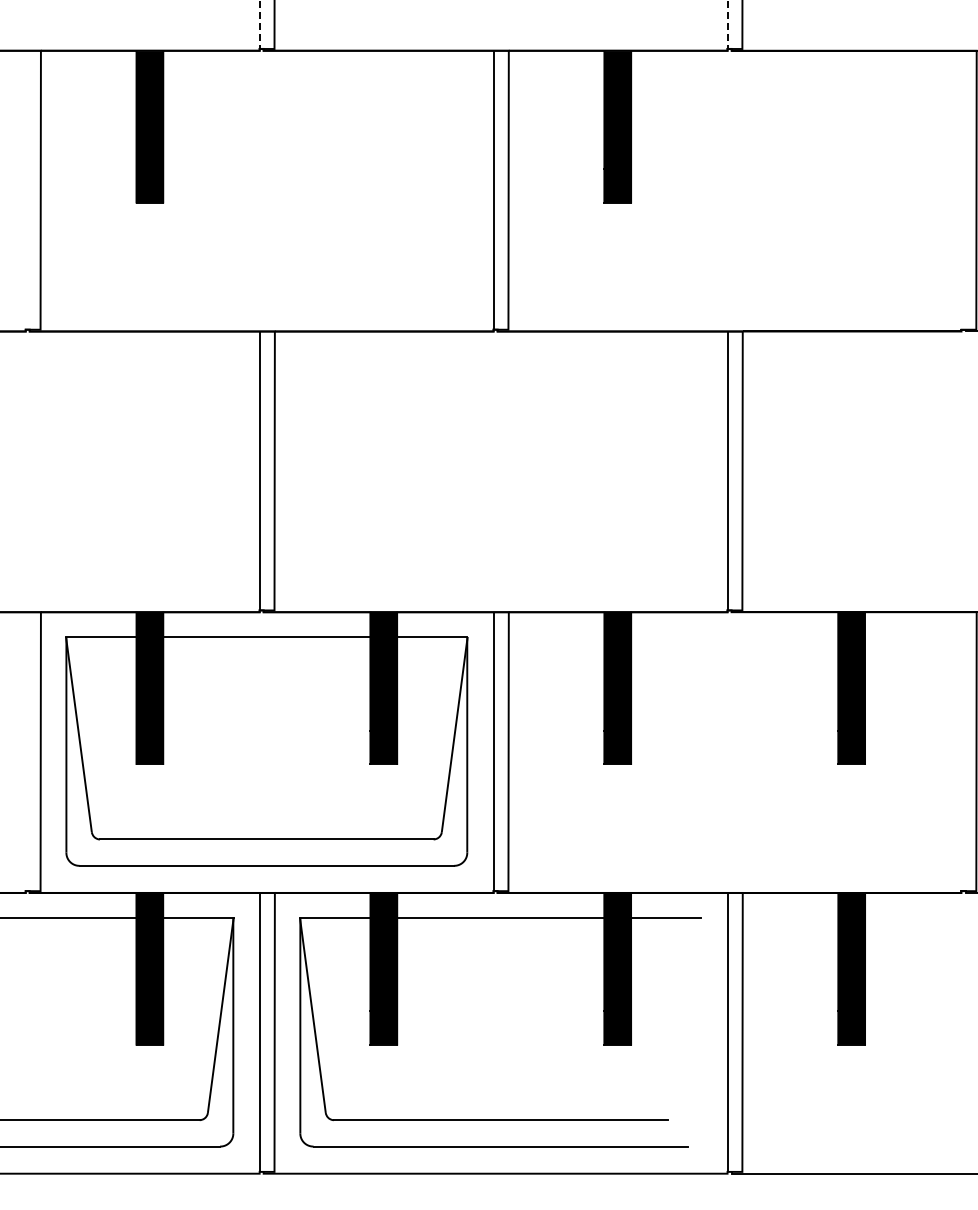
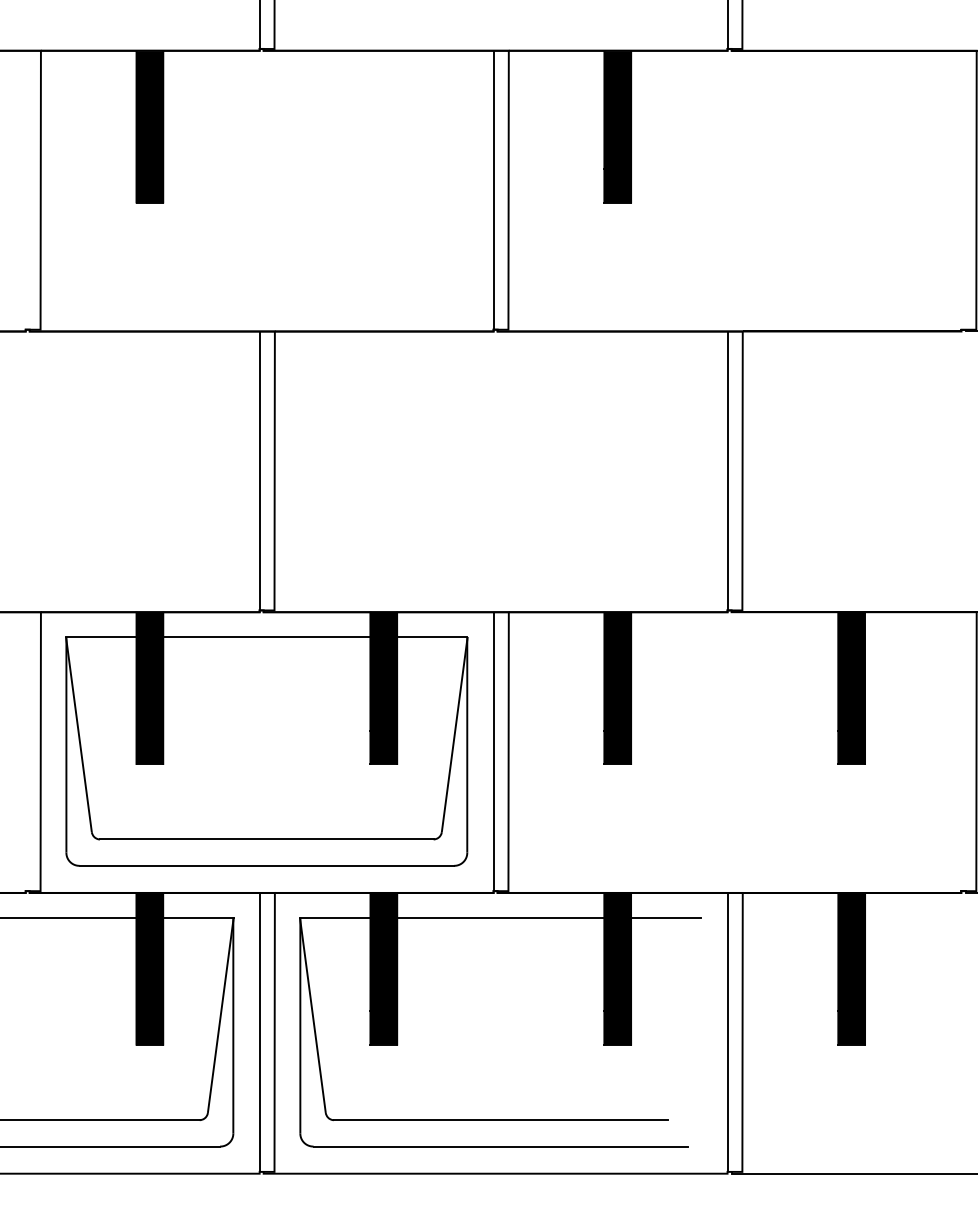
line at (260, 24): dashed -> solid
line at (727, 24): dashed -> solid
